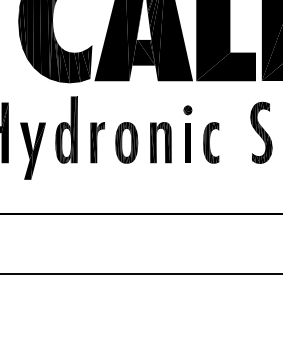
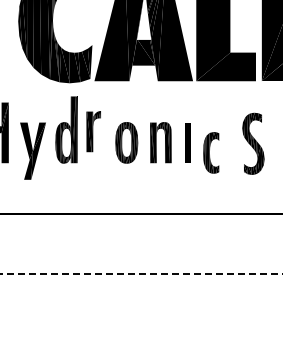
part at (187, 110): present -> none
part at (261, 132) position: (261, 132) -> (253, 143)
part at (97, 142) position: (97, 142) -> (93, 131)
part at (211, 142) position: (211, 142) -> (211, 152)
line at (141, 273): solid -> dashed
